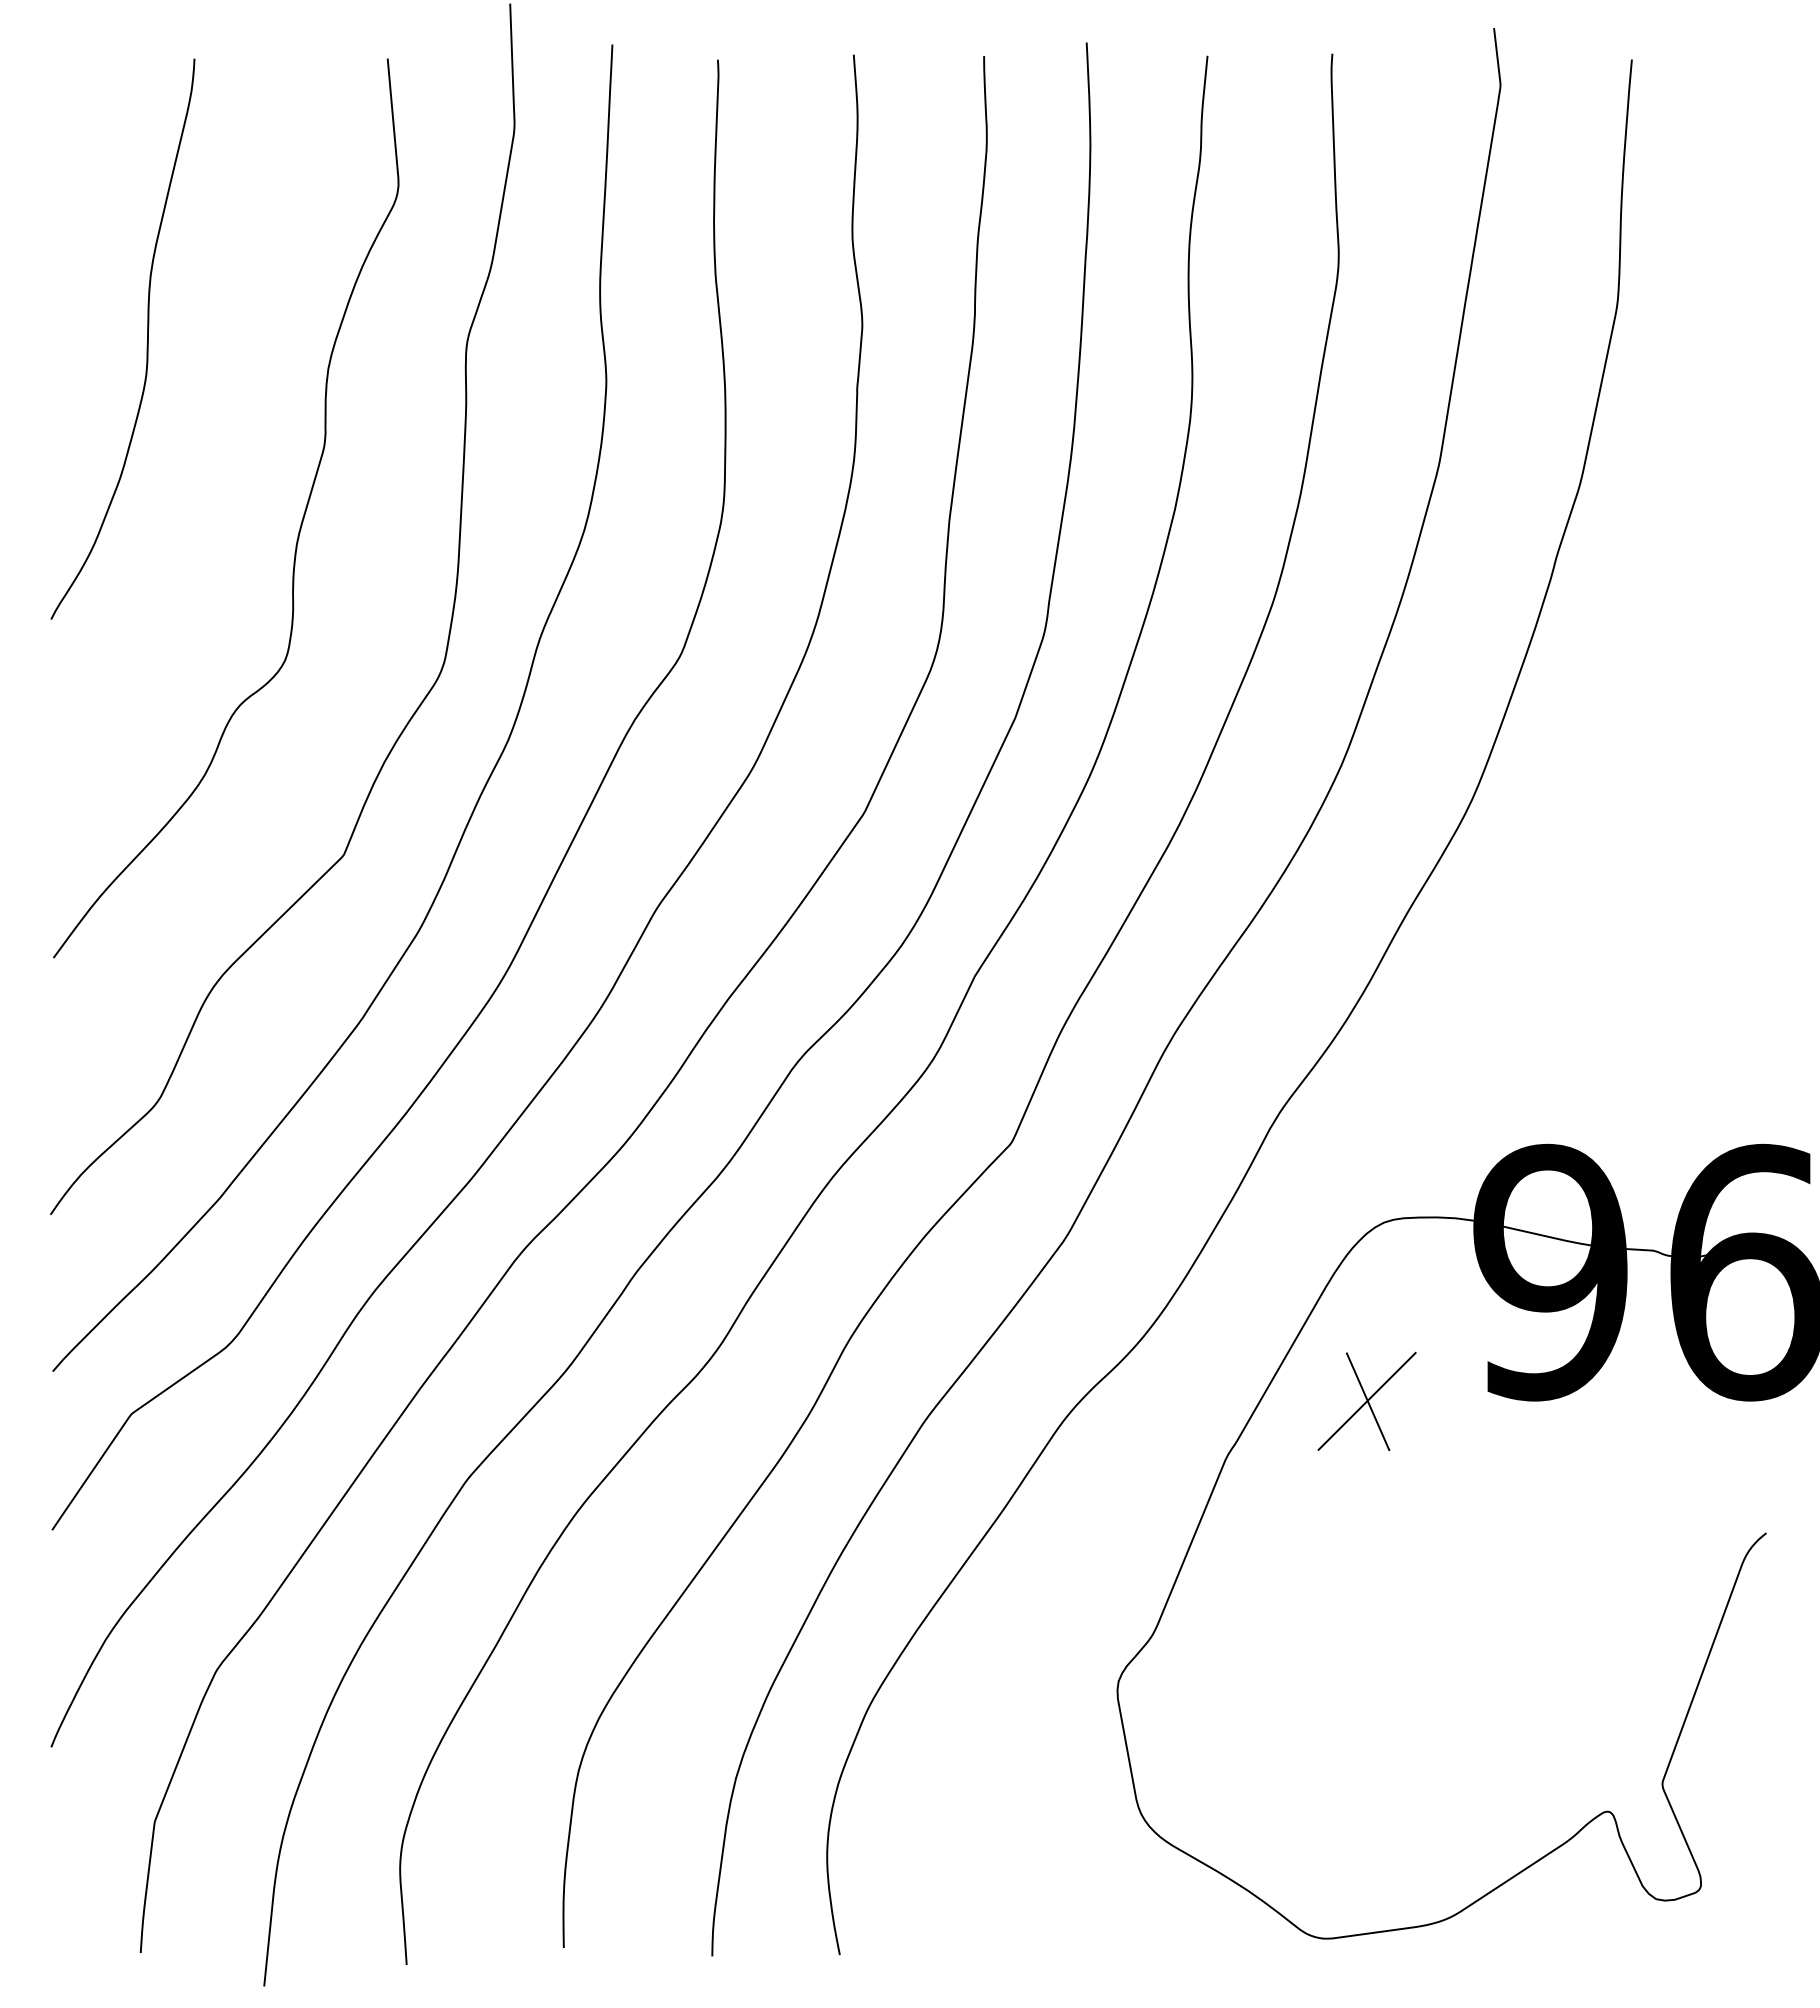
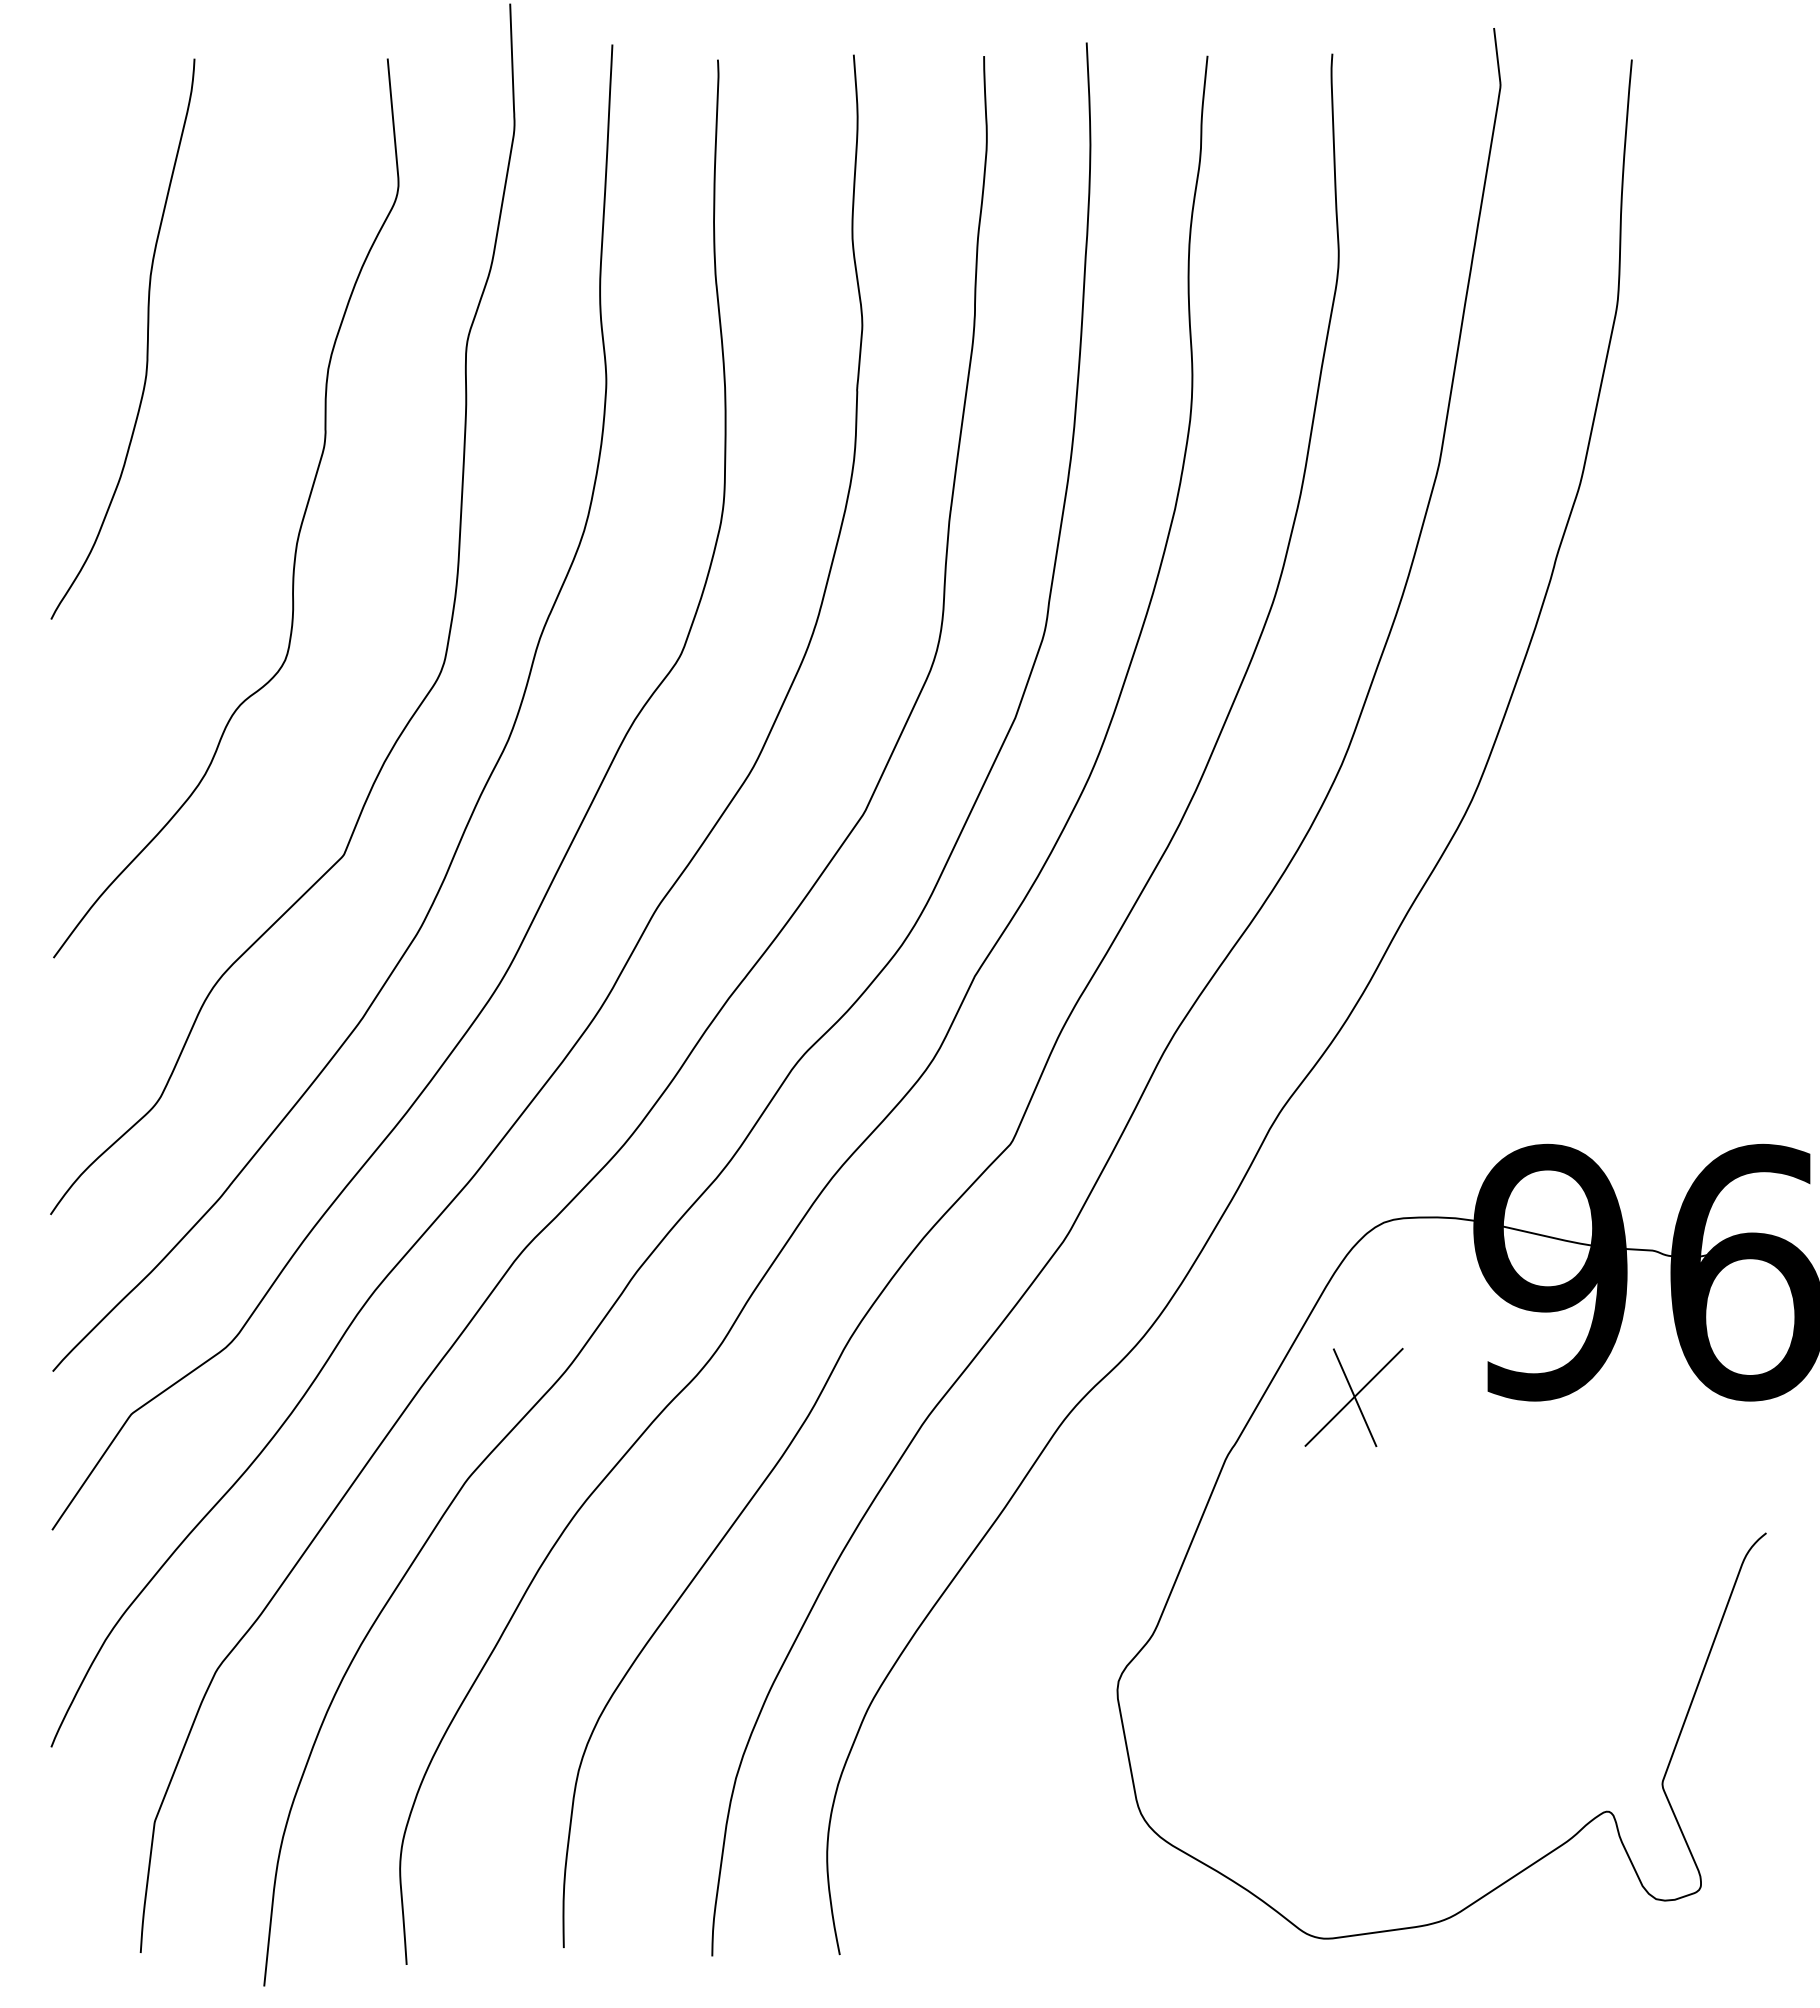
part at (1366, 1400) position: (1366, 1400) -> (1353, 1396)
